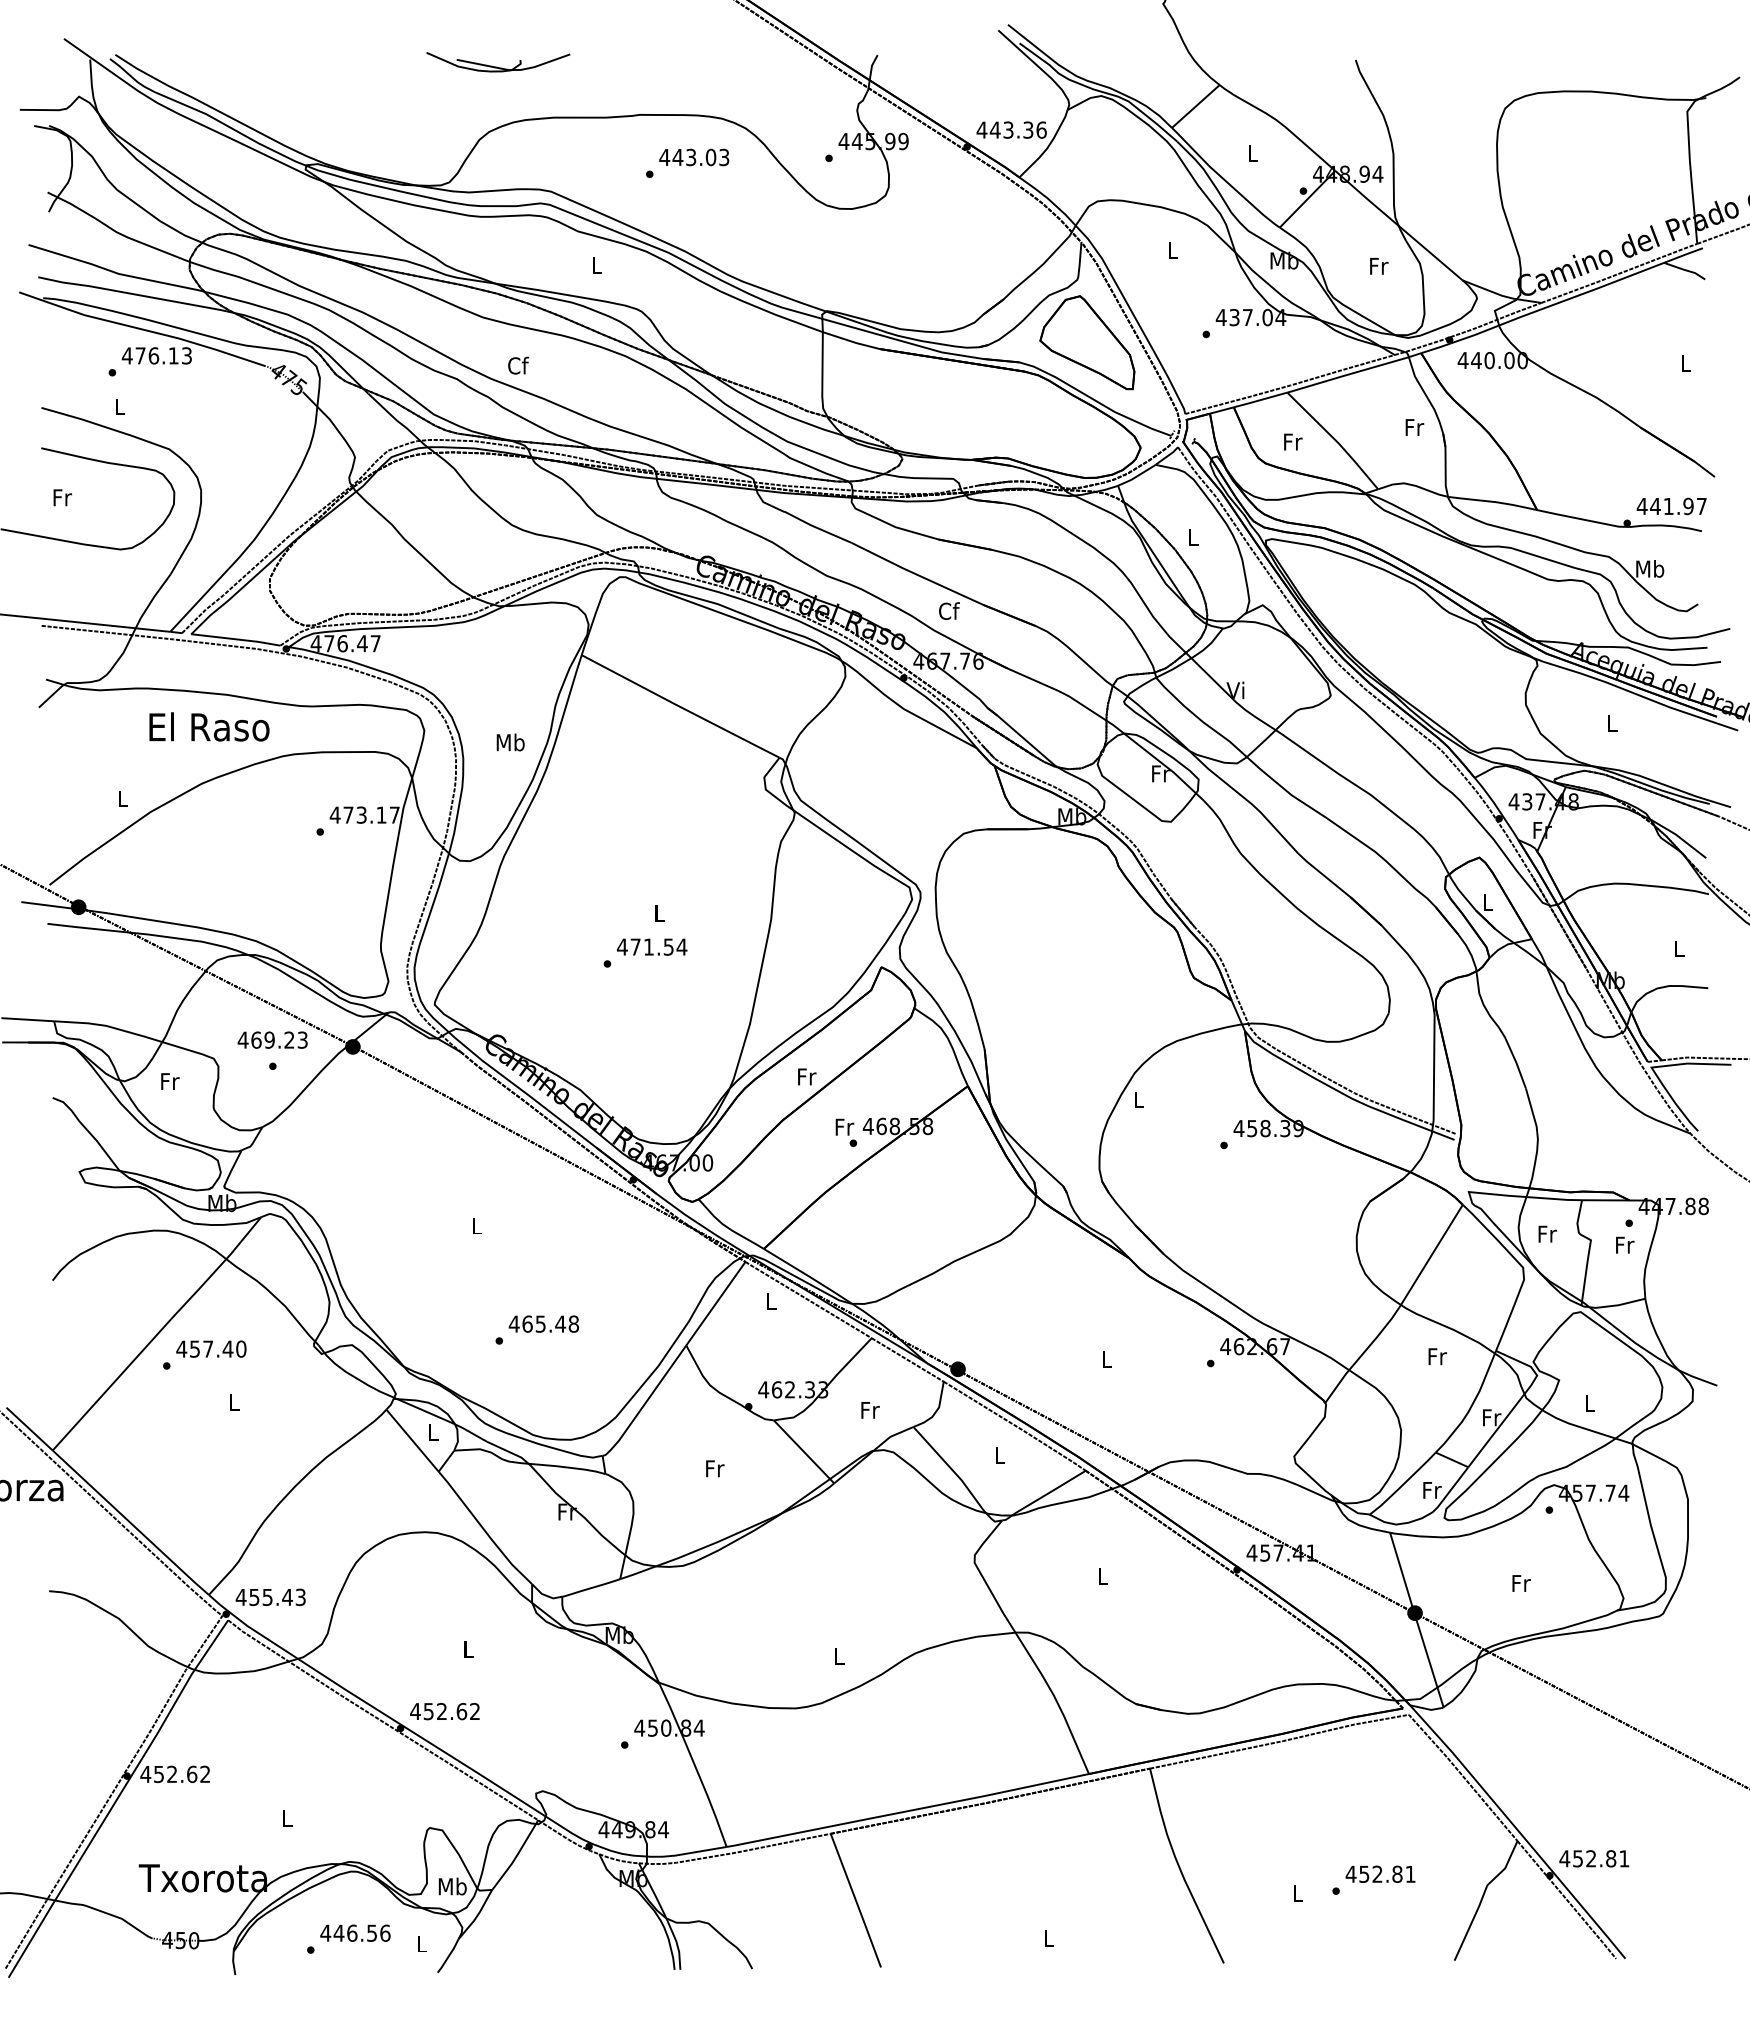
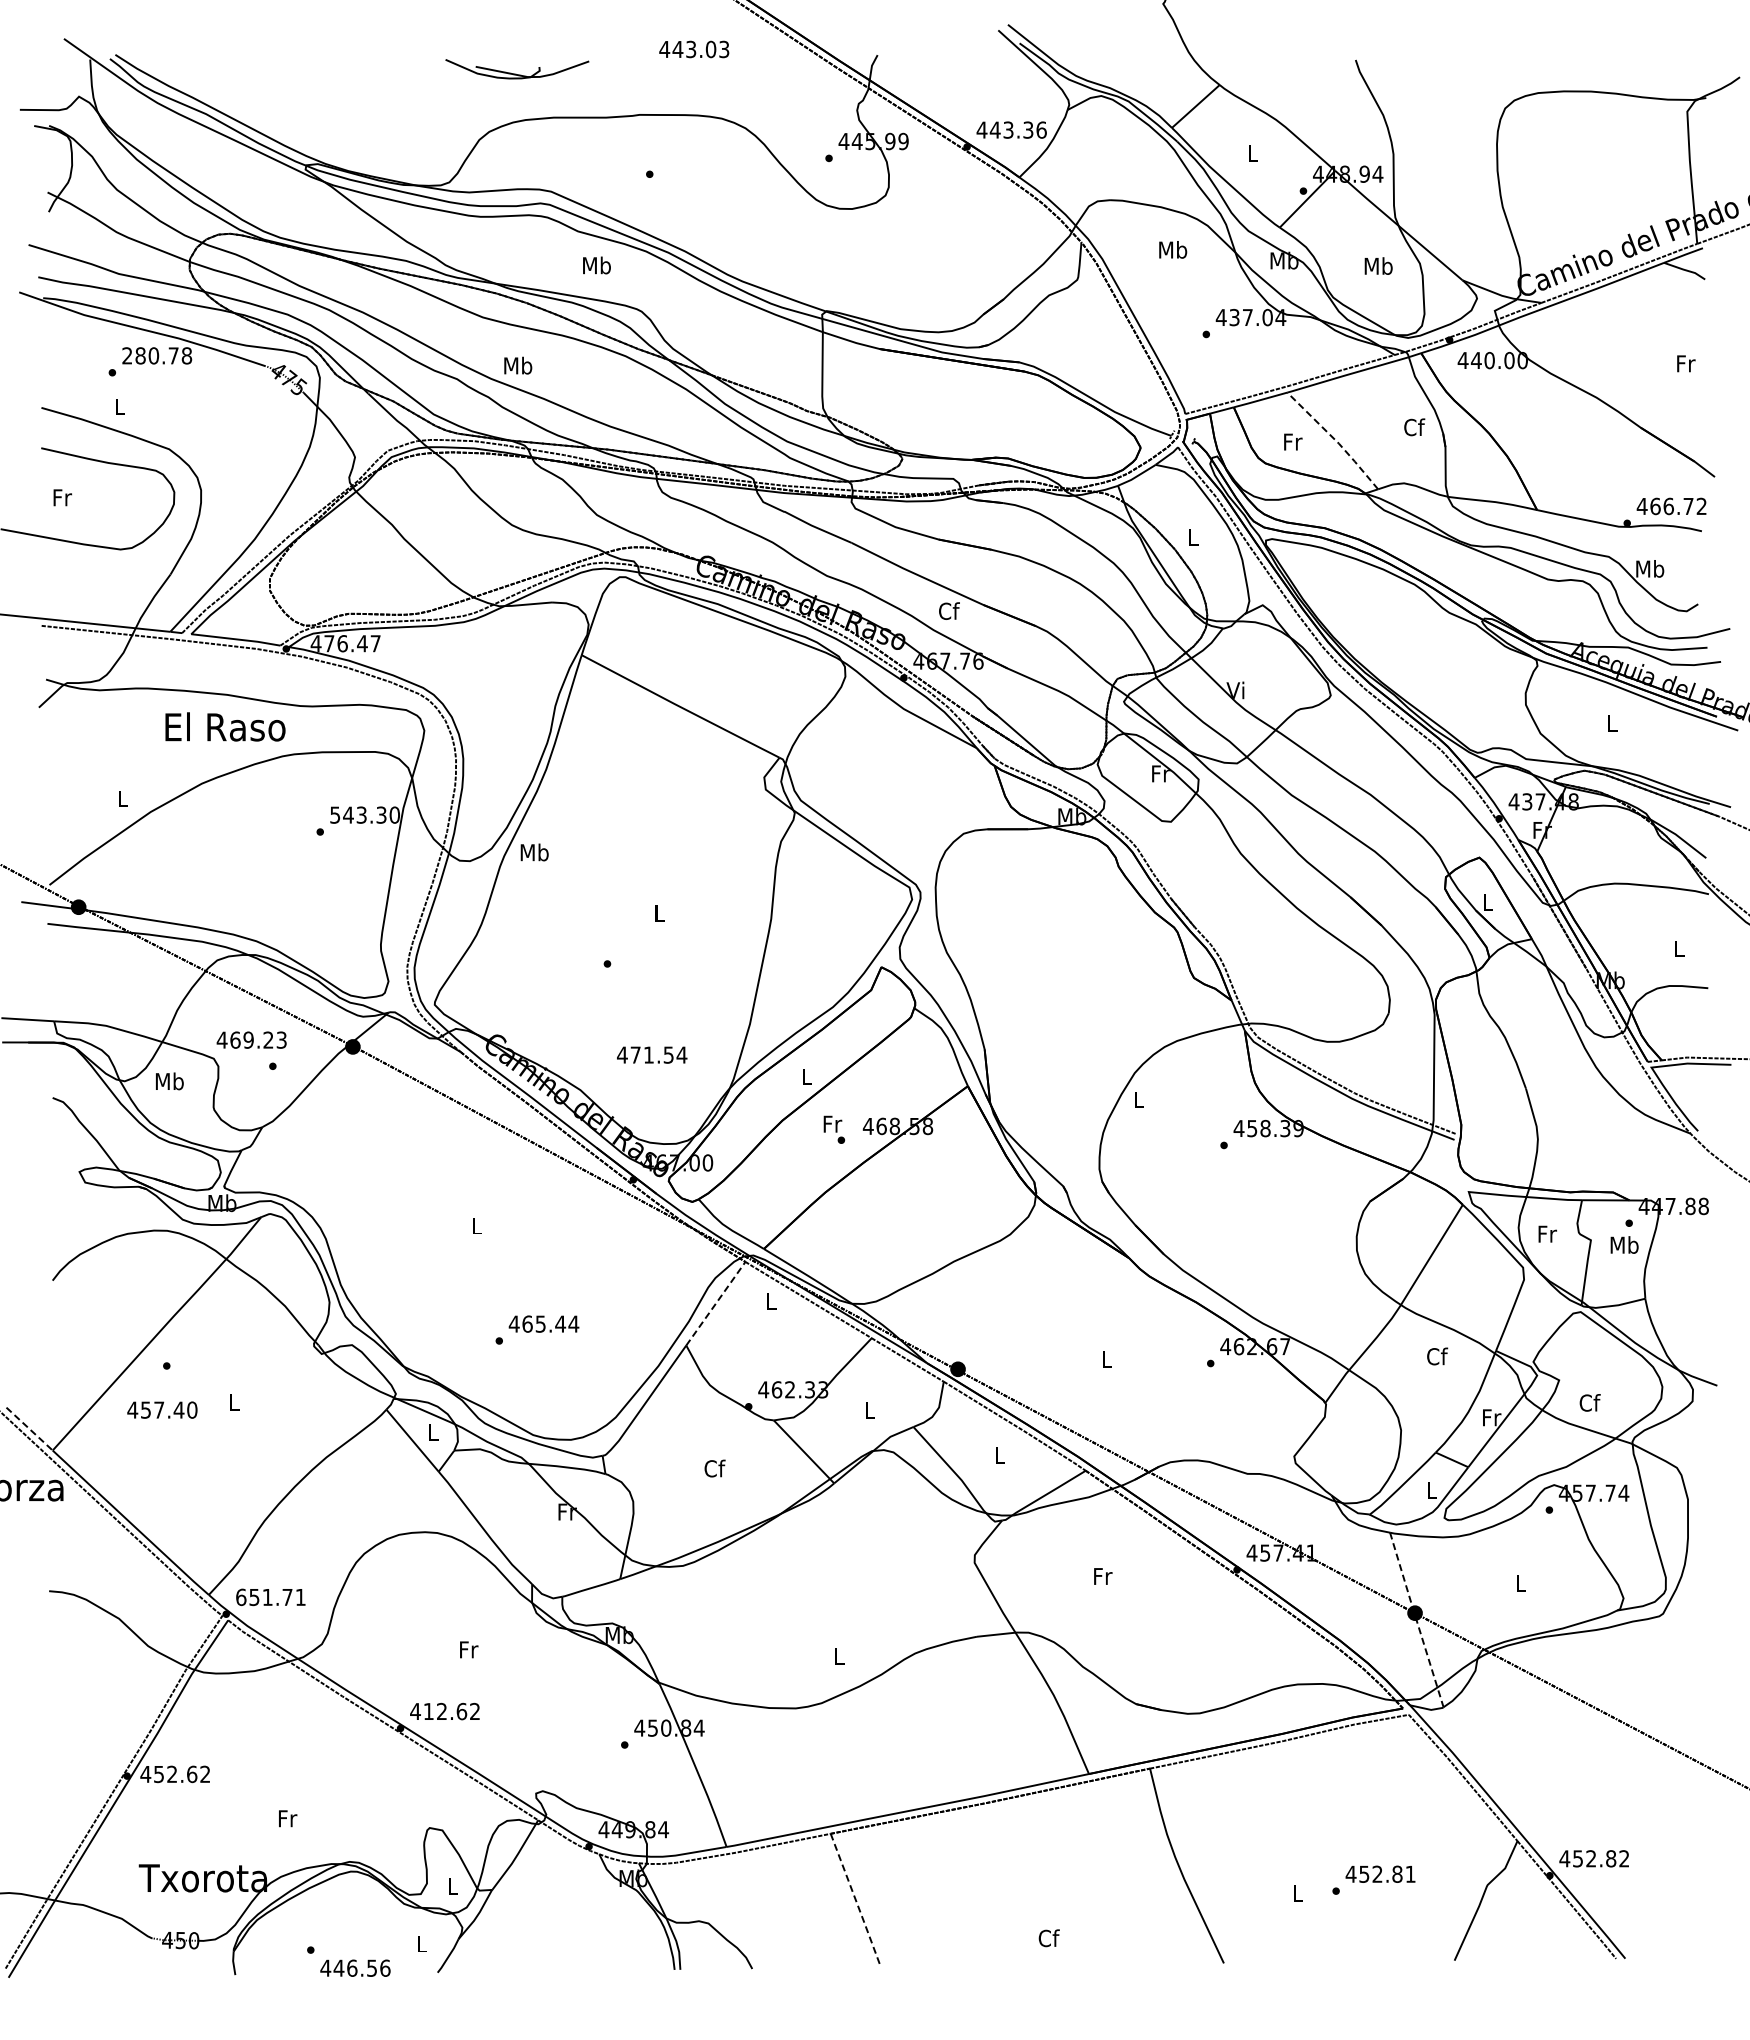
part at (498, 62) position: (498, 62) -> (517, 69)
text at (694, 157) position: (694, 157) -> (694, 49)
text at (1173, 249): L -> Mb
text at (596, 265): L -> Mb
text at (1378, 265): Fr -> Mb
part at (1087, 342): present -> none
text at (156, 355): 476.13 -> 280.78
text at (1686, 363): L -> Fr
text at (518, 365): Cf -> Mb
text at (1414, 427): Fr -> Cf
line at (1335, 440): solid -> dashed
text at (1678, 506): 441.97 -> 466.72
text at (209, 726) position: (209, 726) -> (225, 726)
text at (510, 742) position: (510, 742) -> (534, 852)
text at (364, 814): 473.17 -> 543.30
text at (652, 946) position: (652, 946) -> (652, 1054)
text at (272, 1039) position: (272, 1039) -> (251, 1039)
text at (807, 1076): Fr -> L
text at (169, 1081): Fr -> Mb
text at (846, 1132) position: (846, 1132) -> (834, 1129)
text at (1624, 1244): Fr -> Mb
line at (716, 1303): solid -> dashed
text at (573, 1323): 465.48 -> 465.44
text at (211, 1348) position: (211, 1348) -> (162, 1409)
text at (1437, 1356): Fr -> Cf
text at (1589, 1402): L -> Cf
text at (870, 1410): Fr -> L
line at (30, 1429): solid -> dashed
text at (714, 1468): Fr -> Cf
text at (1432, 1490): Fr -> L
text at (1103, 1576): L -> Fr
text at (1521, 1583): Fr -> L
text at (270, 1597): 455.43 -> 651.71
line at (1416, 1619): solid -> dashed
text at (469, 1649): L -> Fr
text at (428, 1711): 452.62 -> 412.62
text at (288, 1818): L -> Fr
text at (1624, 1858): 452.81 -> 452.82
text at (452, 1886): Mb -> L
line at (856, 1901): solid -> dashed
text at (355, 1932) position: (355, 1932) -> (355, 1967)
text at (1048, 1938): L -> Cf
